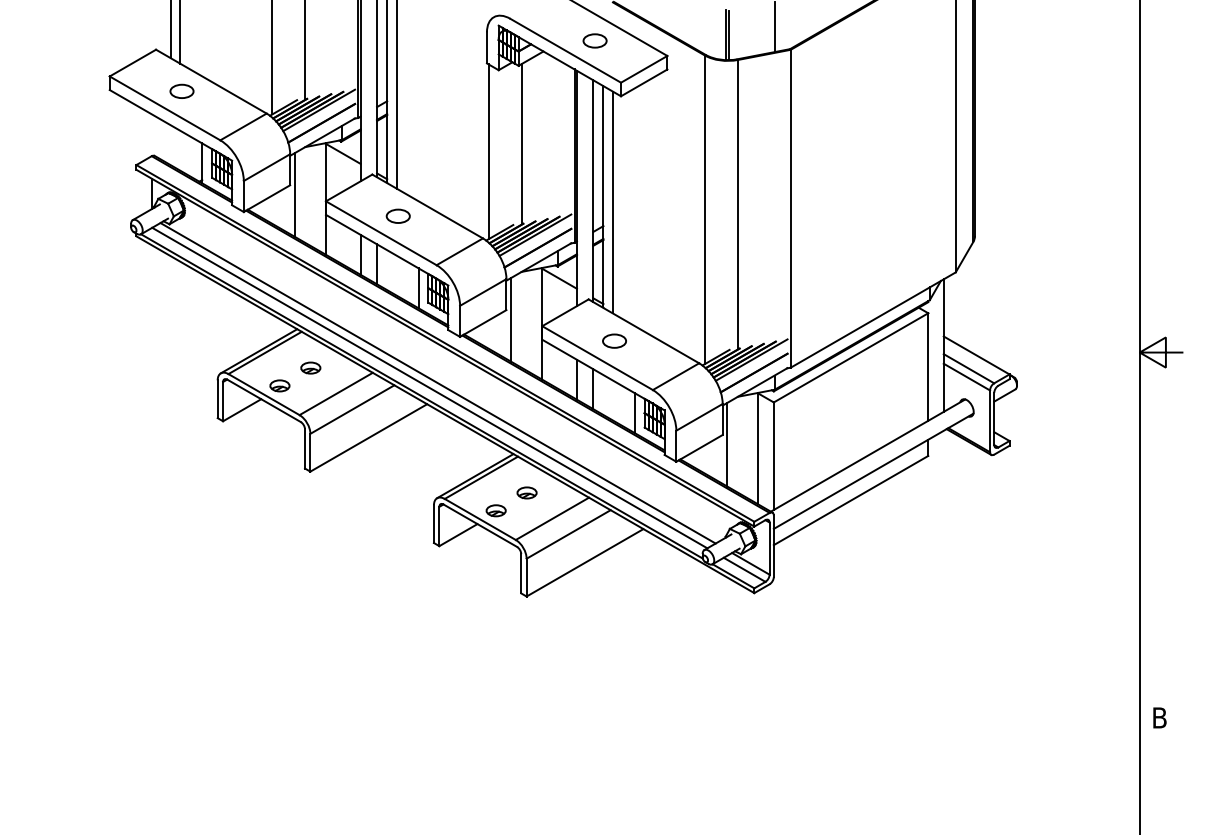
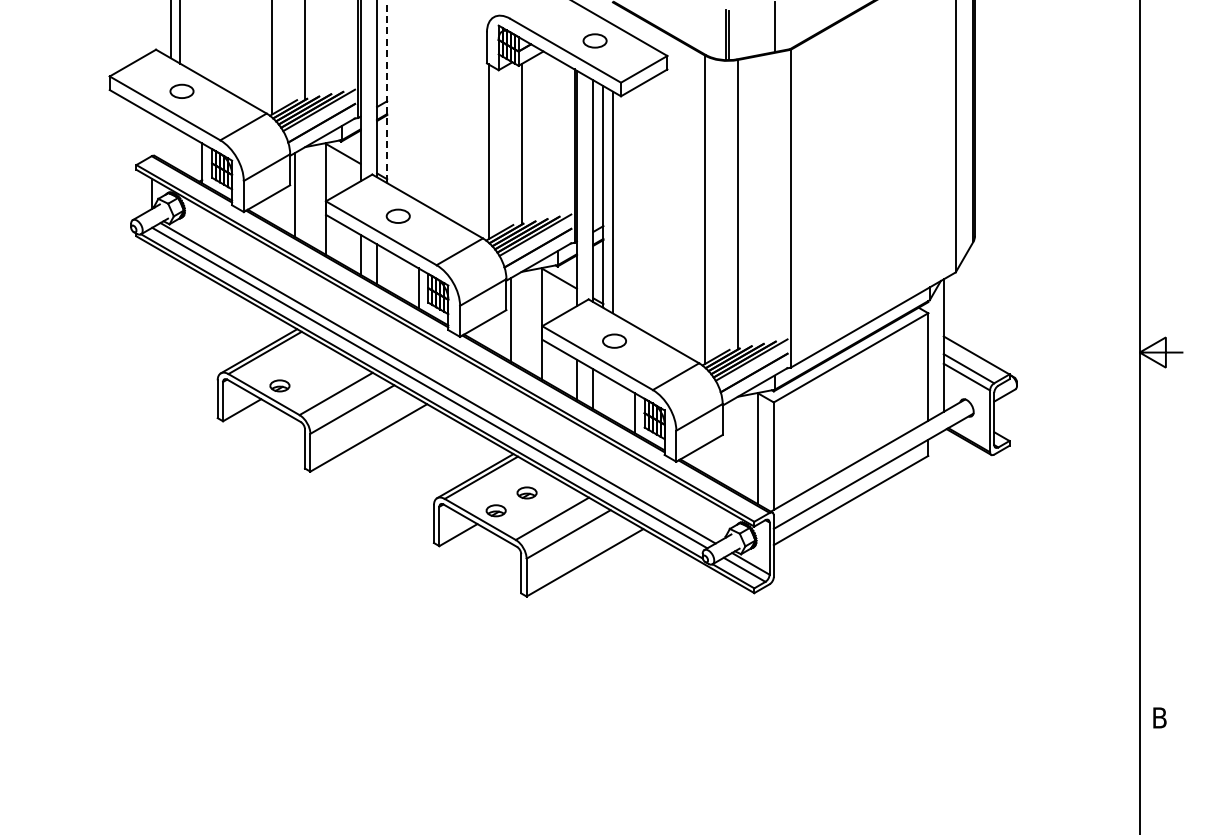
line at (387, 91): solid -> dashed
line at (396, 95): present -> none
part at (310, 367): present -> none
line at (727, 444): present -> none
